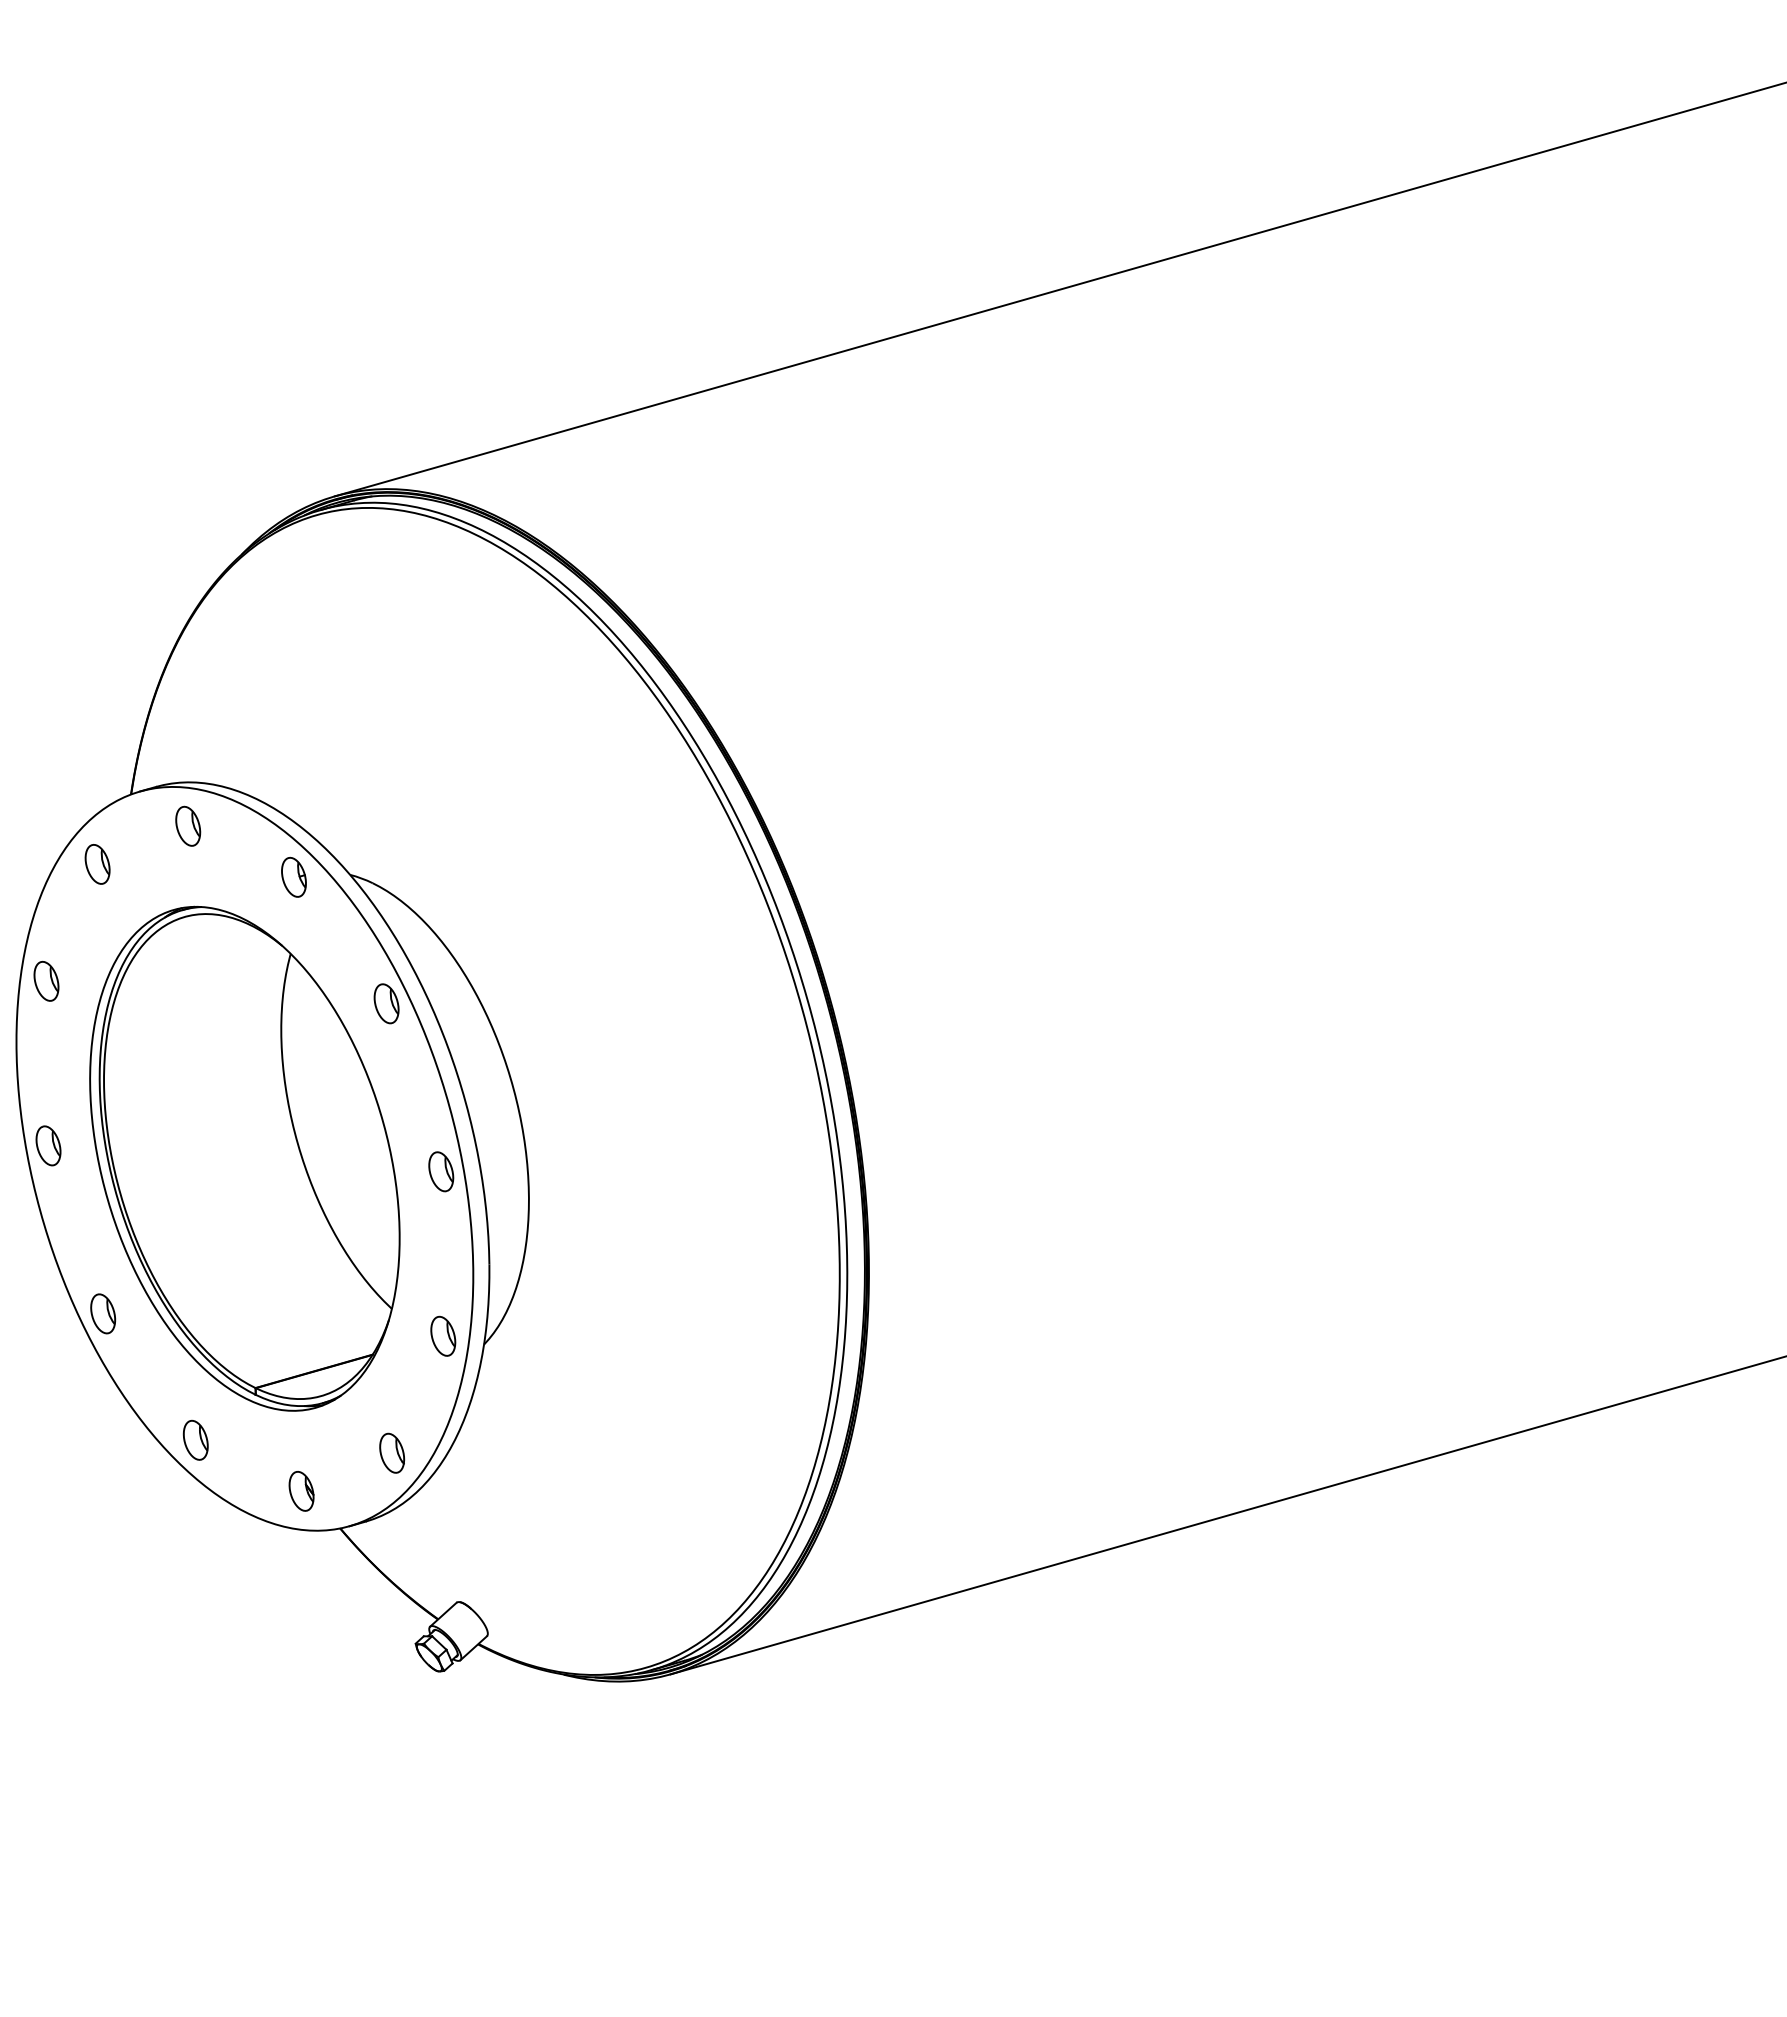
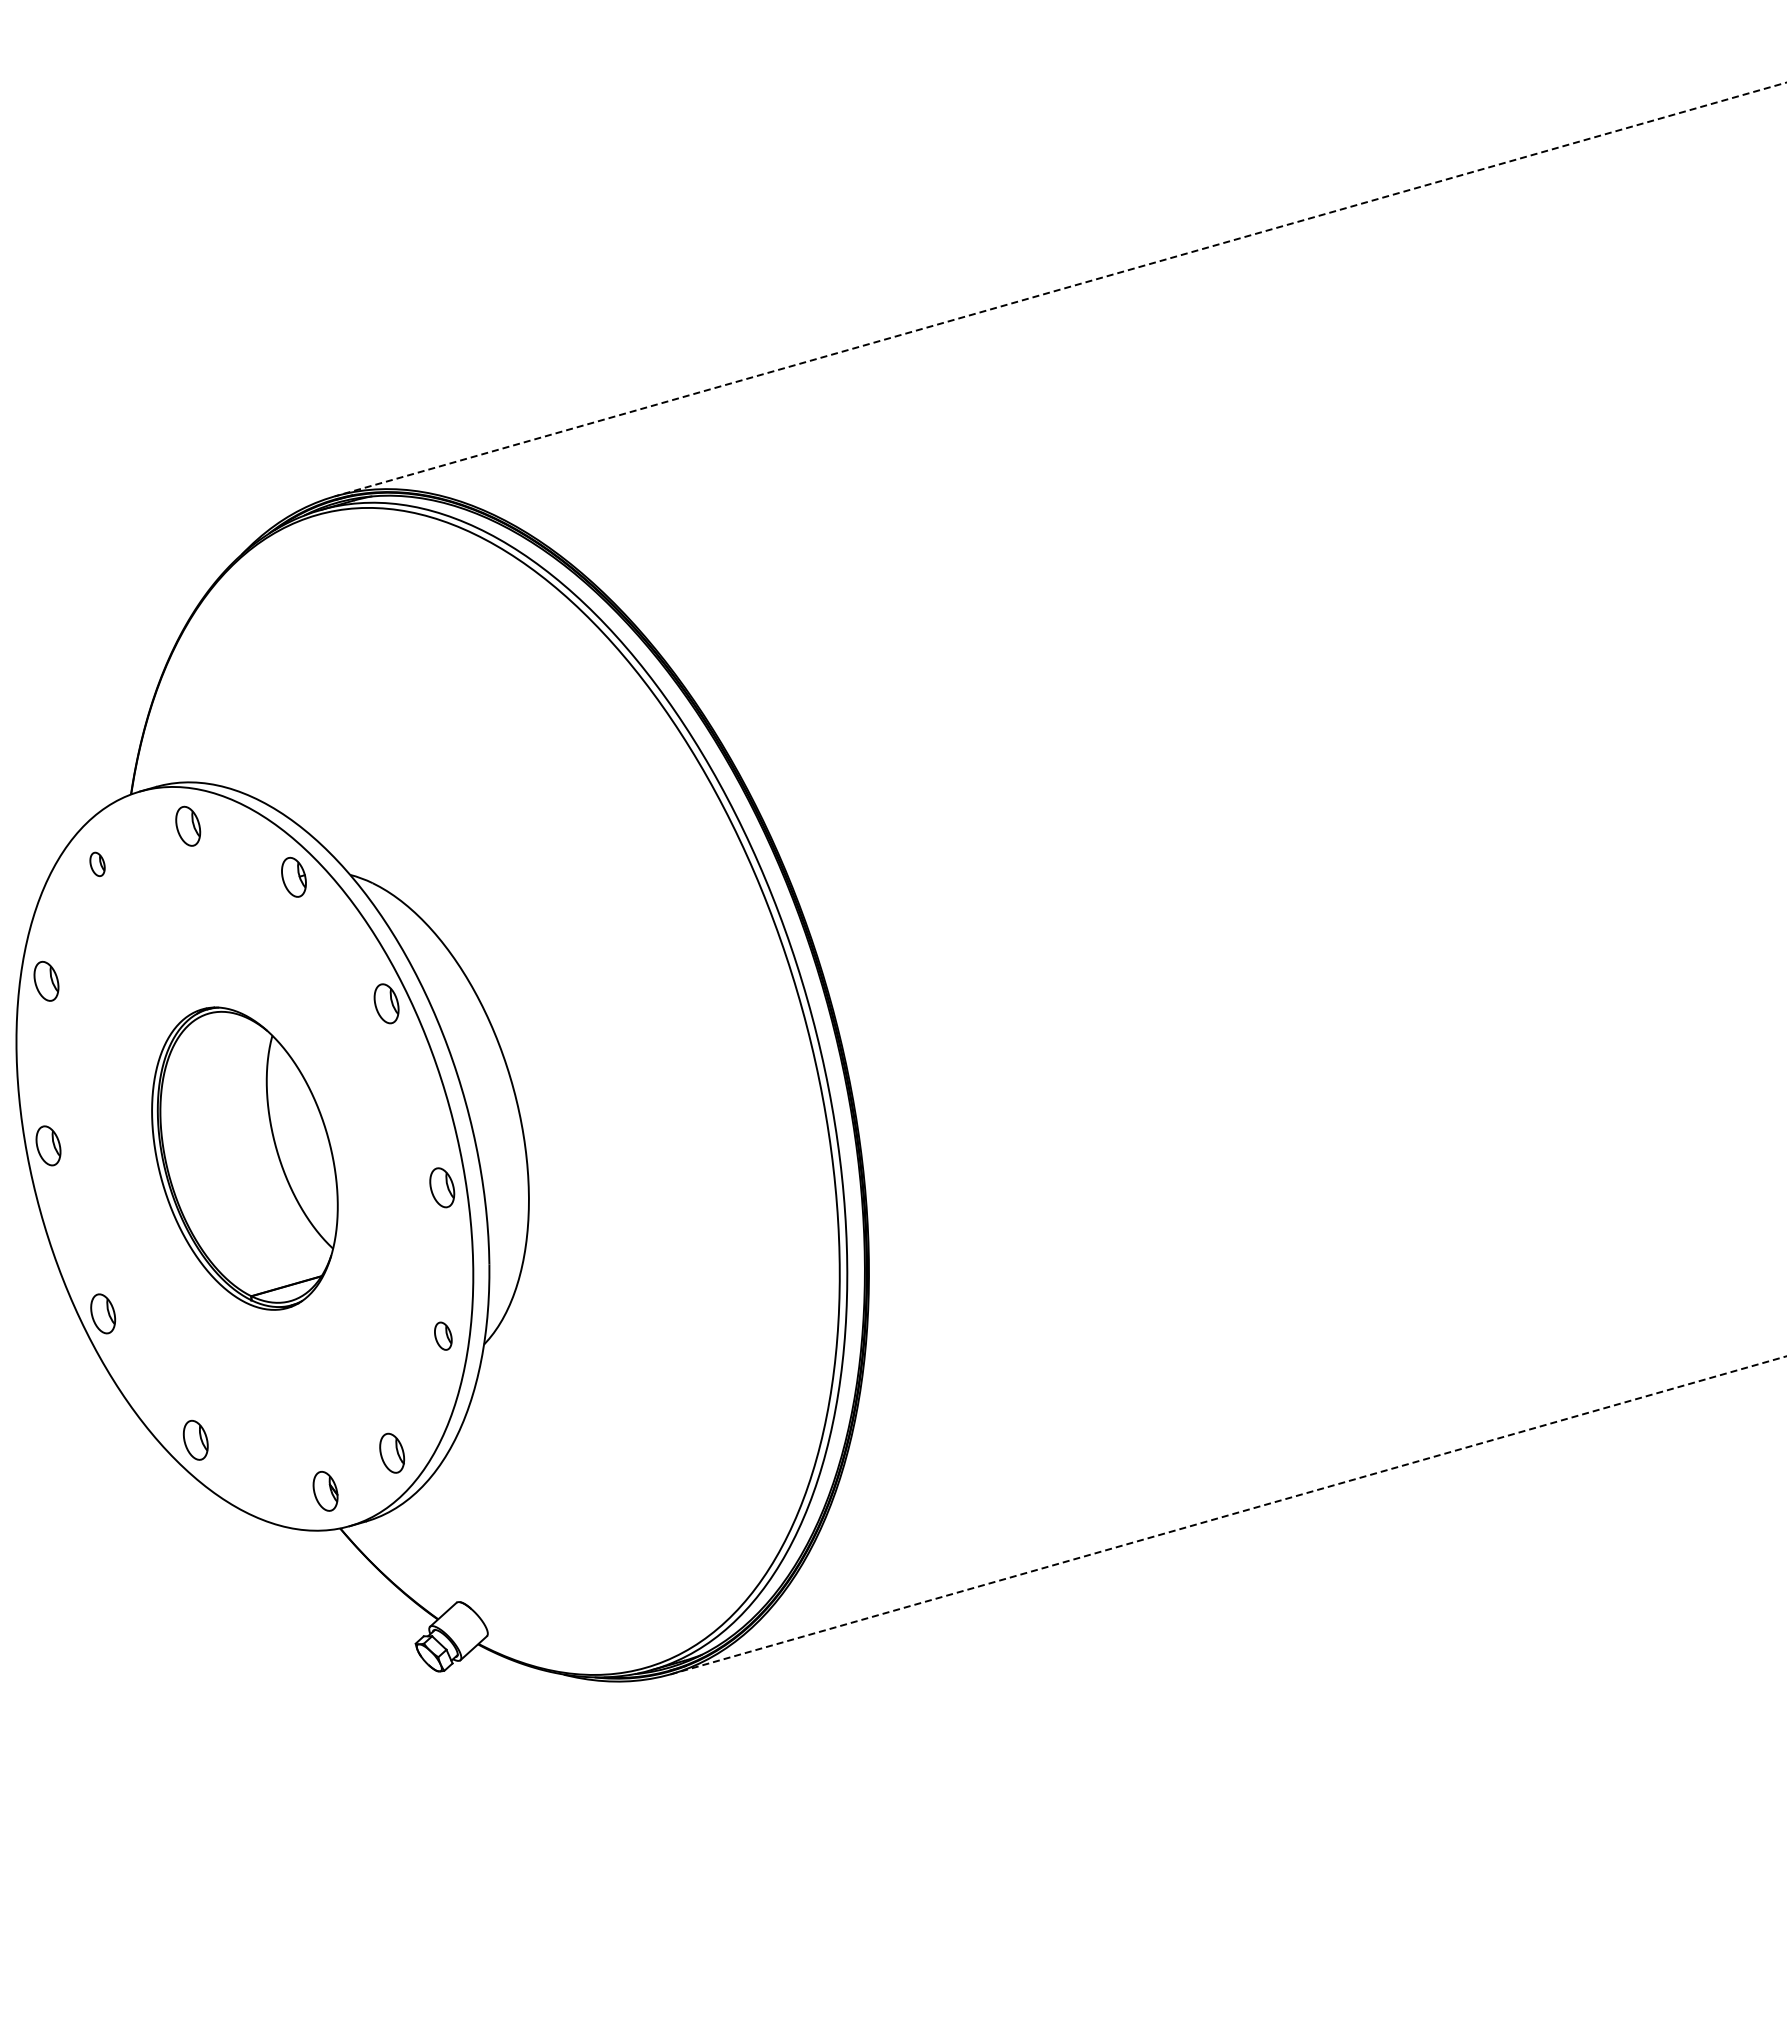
line at (1060, 289): solid -> dashed
part at (97, 864) size: 27x41 px -> 17x26 px
part at (244, 1158) size: 312x507 px -> 188x305 px
part at (441, 1171) position: (441, 1171) -> (442, 1187)
part at (443, 1335) size: 27x42 px -> 19x30 px
part at (301, 1491) position: (301, 1491) -> (325, 1491)
line at (1228, 1515): solid -> dashed
